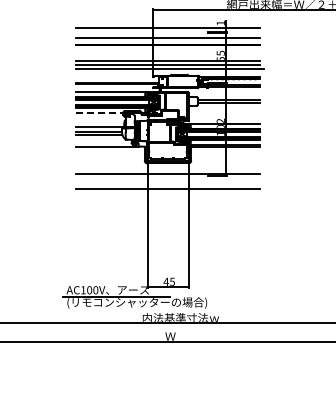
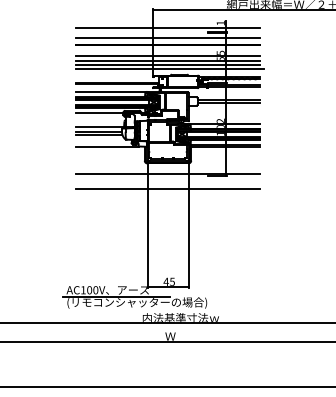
line at (167, 55): none -> present
line at (99, 112): dashed -> solid
line at (167, 387): none -> present
